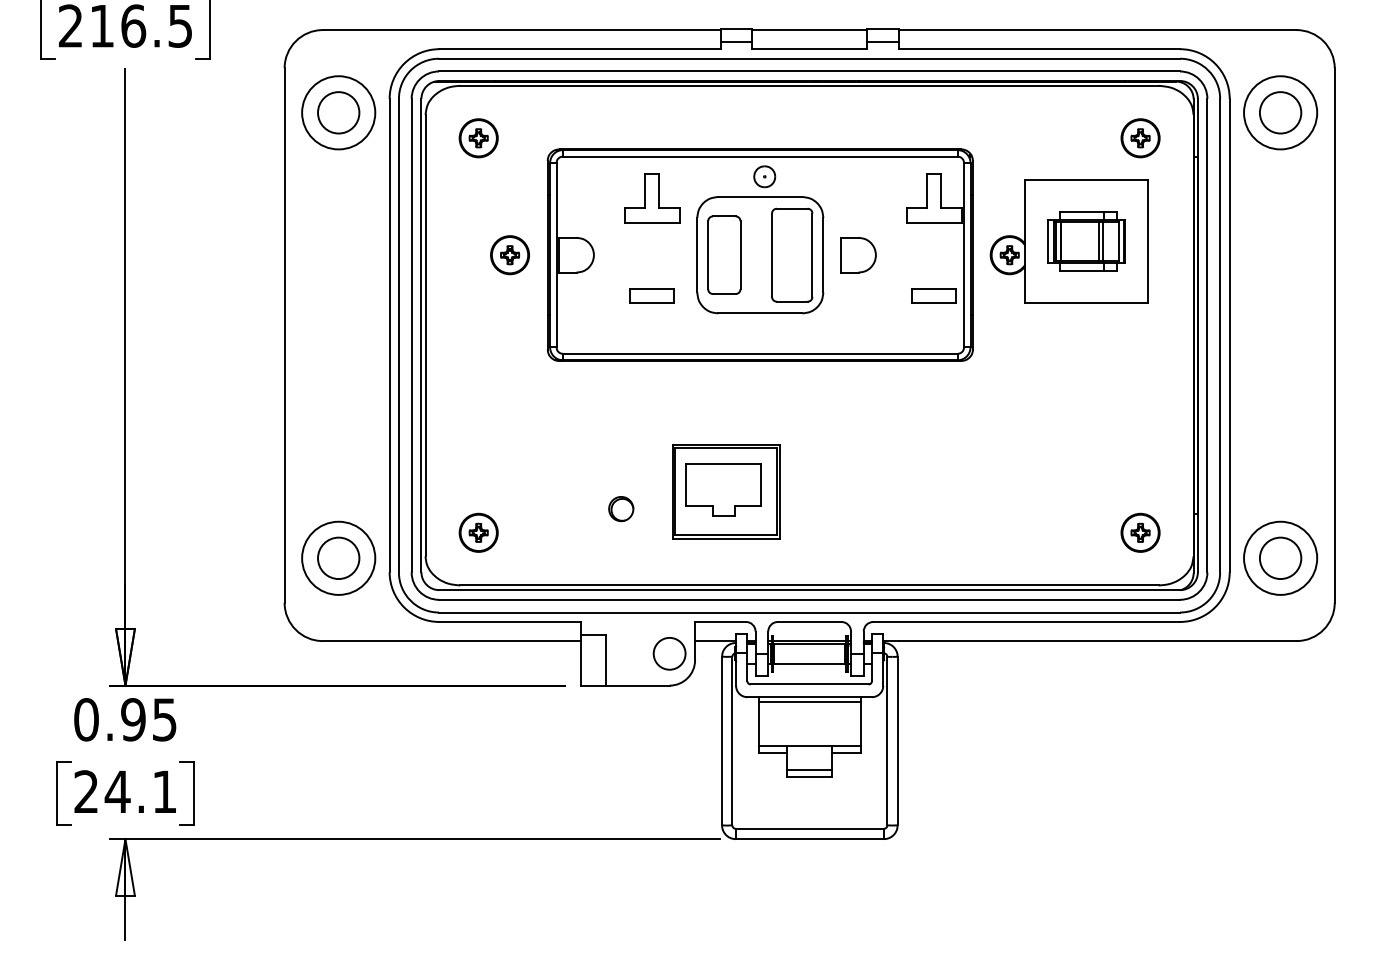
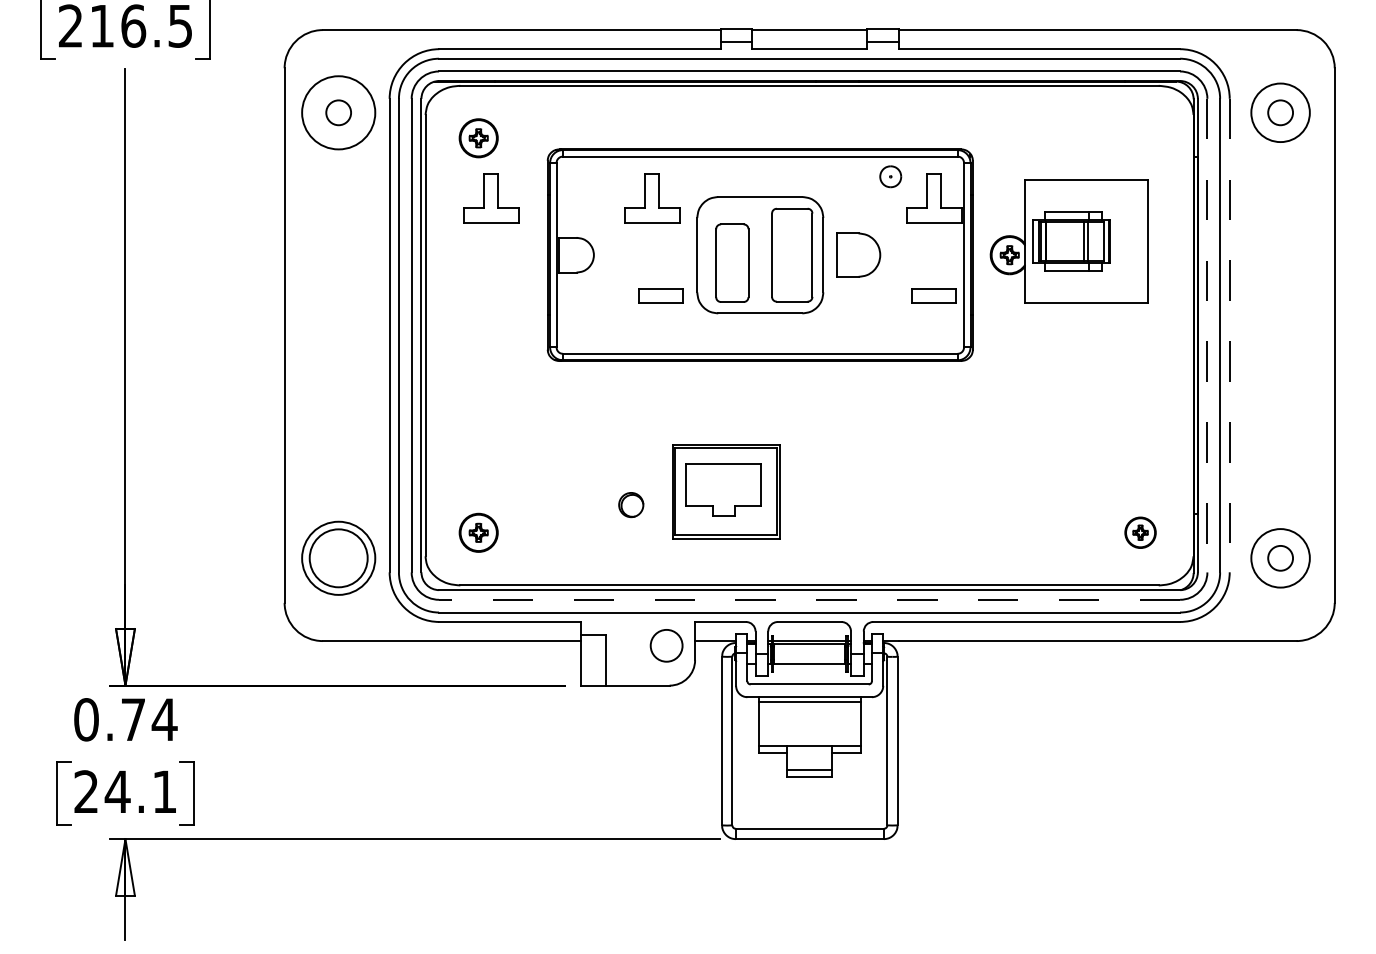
circle at (338, 112) diameter: 41 px -> 25 px
circle at (1280, 112) diameter: 41 px -> 25 px
circle at (1280, 112) diameter: 73 px -> 59 px
part at (1140, 138): present -> none
part at (764, 176) position: (764, 176) -> (890, 176)
part at (491, 198): none -> present
part at (1086, 241) position: (1086, 241) -> (1071, 241)
part at (724, 254) position: (724, 254) -> (732, 262)
part at (509, 255): present -> none
part at (858, 255) size: 37x37 px -> 46x46 px
part at (651, 295) position: (651, 295) -> (660, 295)
line at (1207, 335): solid -> dashed
line at (1229, 335): solid -> dashed
part at (621, 509) position: (621, 509) -> (631, 505)
part at (1140, 532) size: 41x41 px -> 33x33 px
circle at (1280, 557) diameter: 73 px -> 59 px
circle at (338, 558) diameter: 41 px -> 58 px
circle at (1280, 558) diameter: 41 px -> 25 px
line at (809, 599): solid -> dashed
circle at (669, 653) position: (669, 653) -> (666, 645)
text at (149, 719): 0.95 -> 0.74
